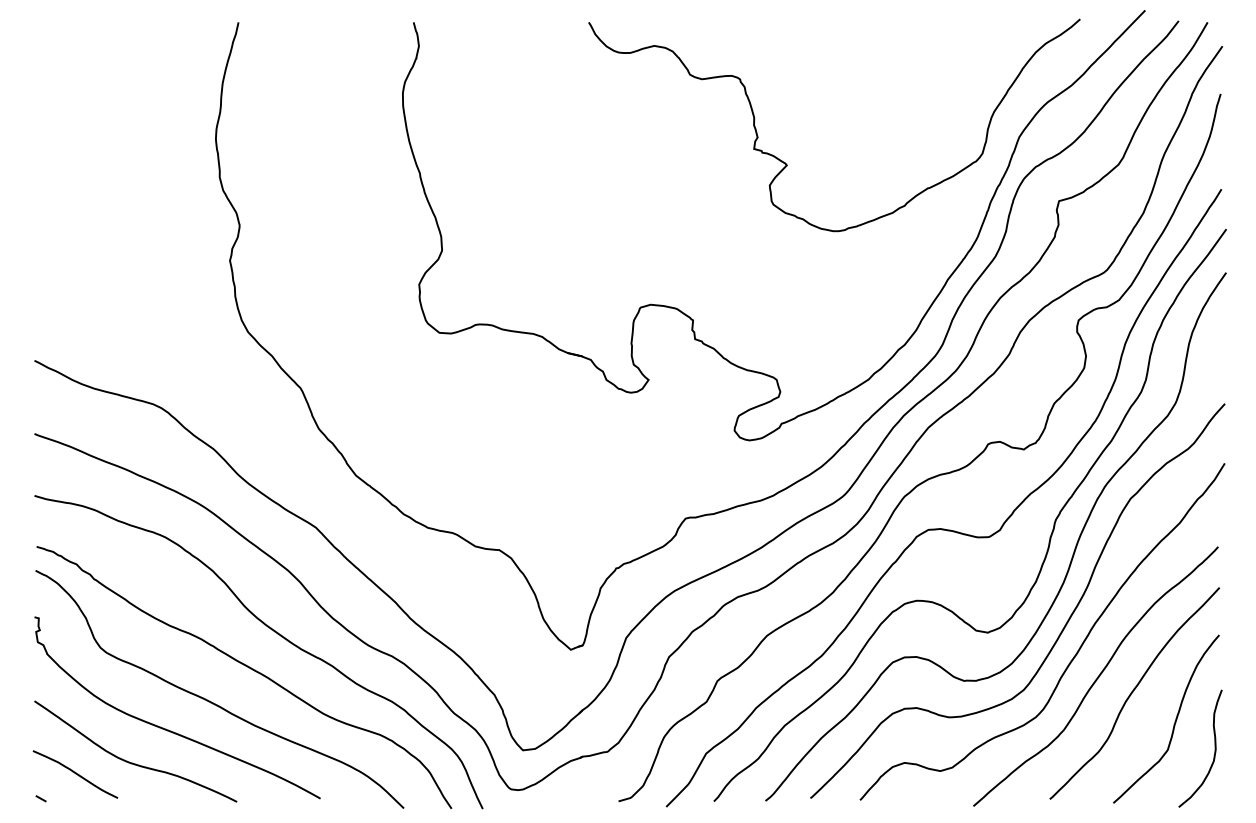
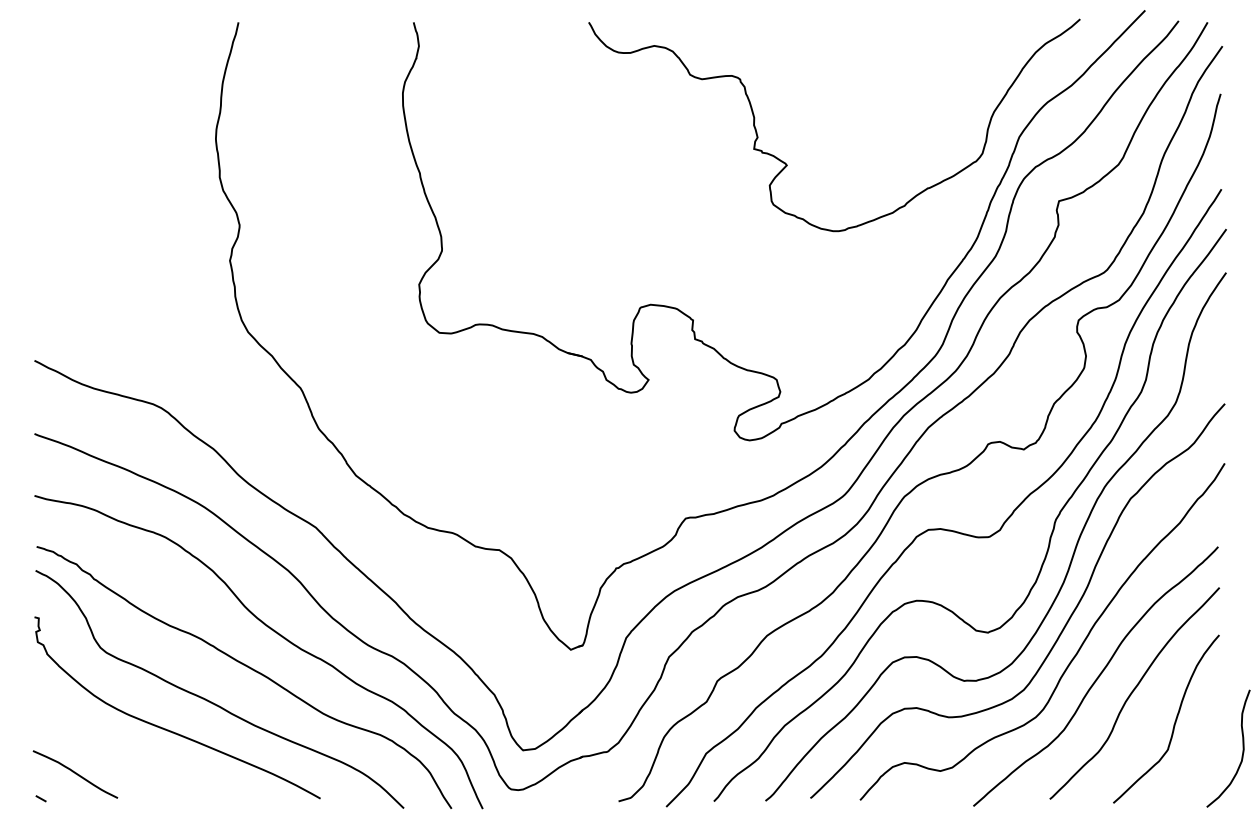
curve at (1214, 748) position: (1214, 748) -> (1242, 748)
curve at (132, 762): present -> none
